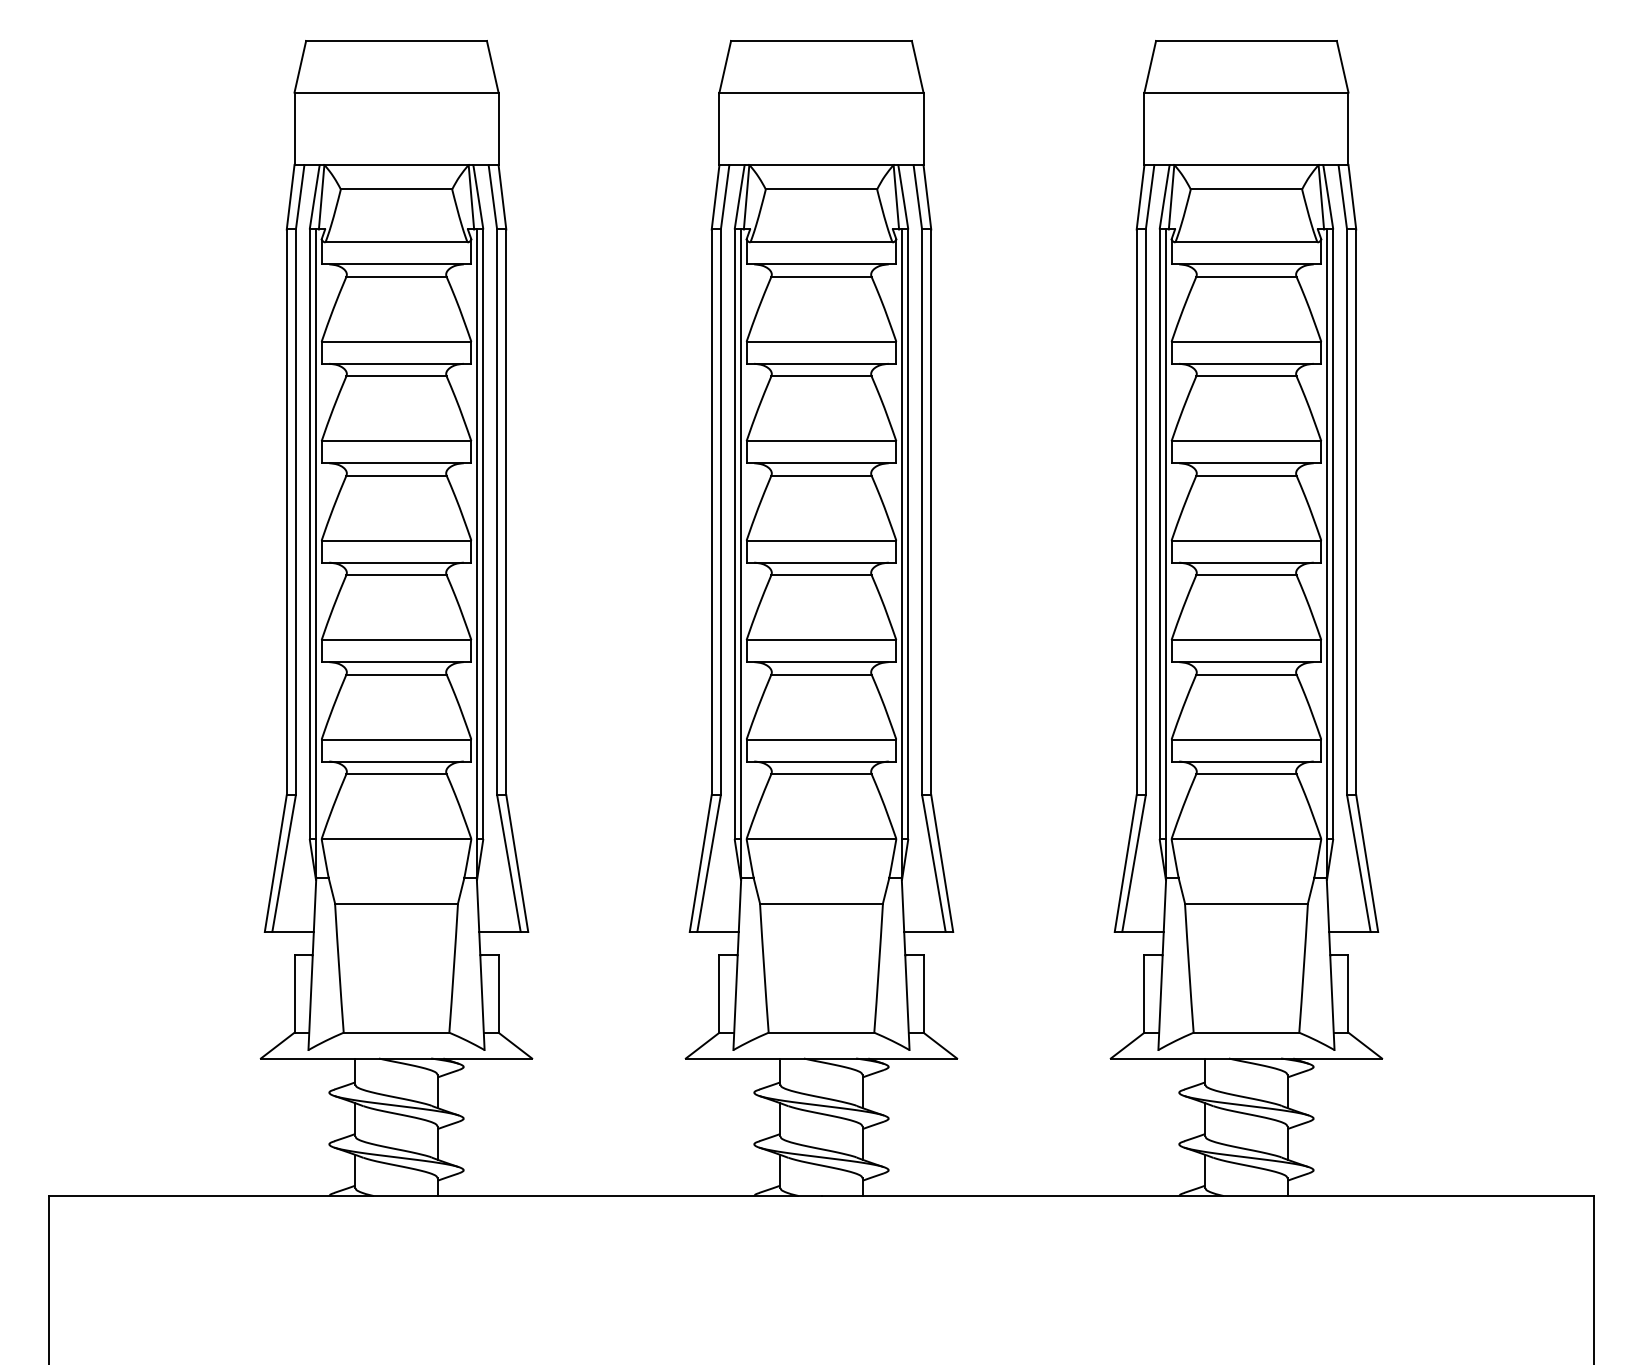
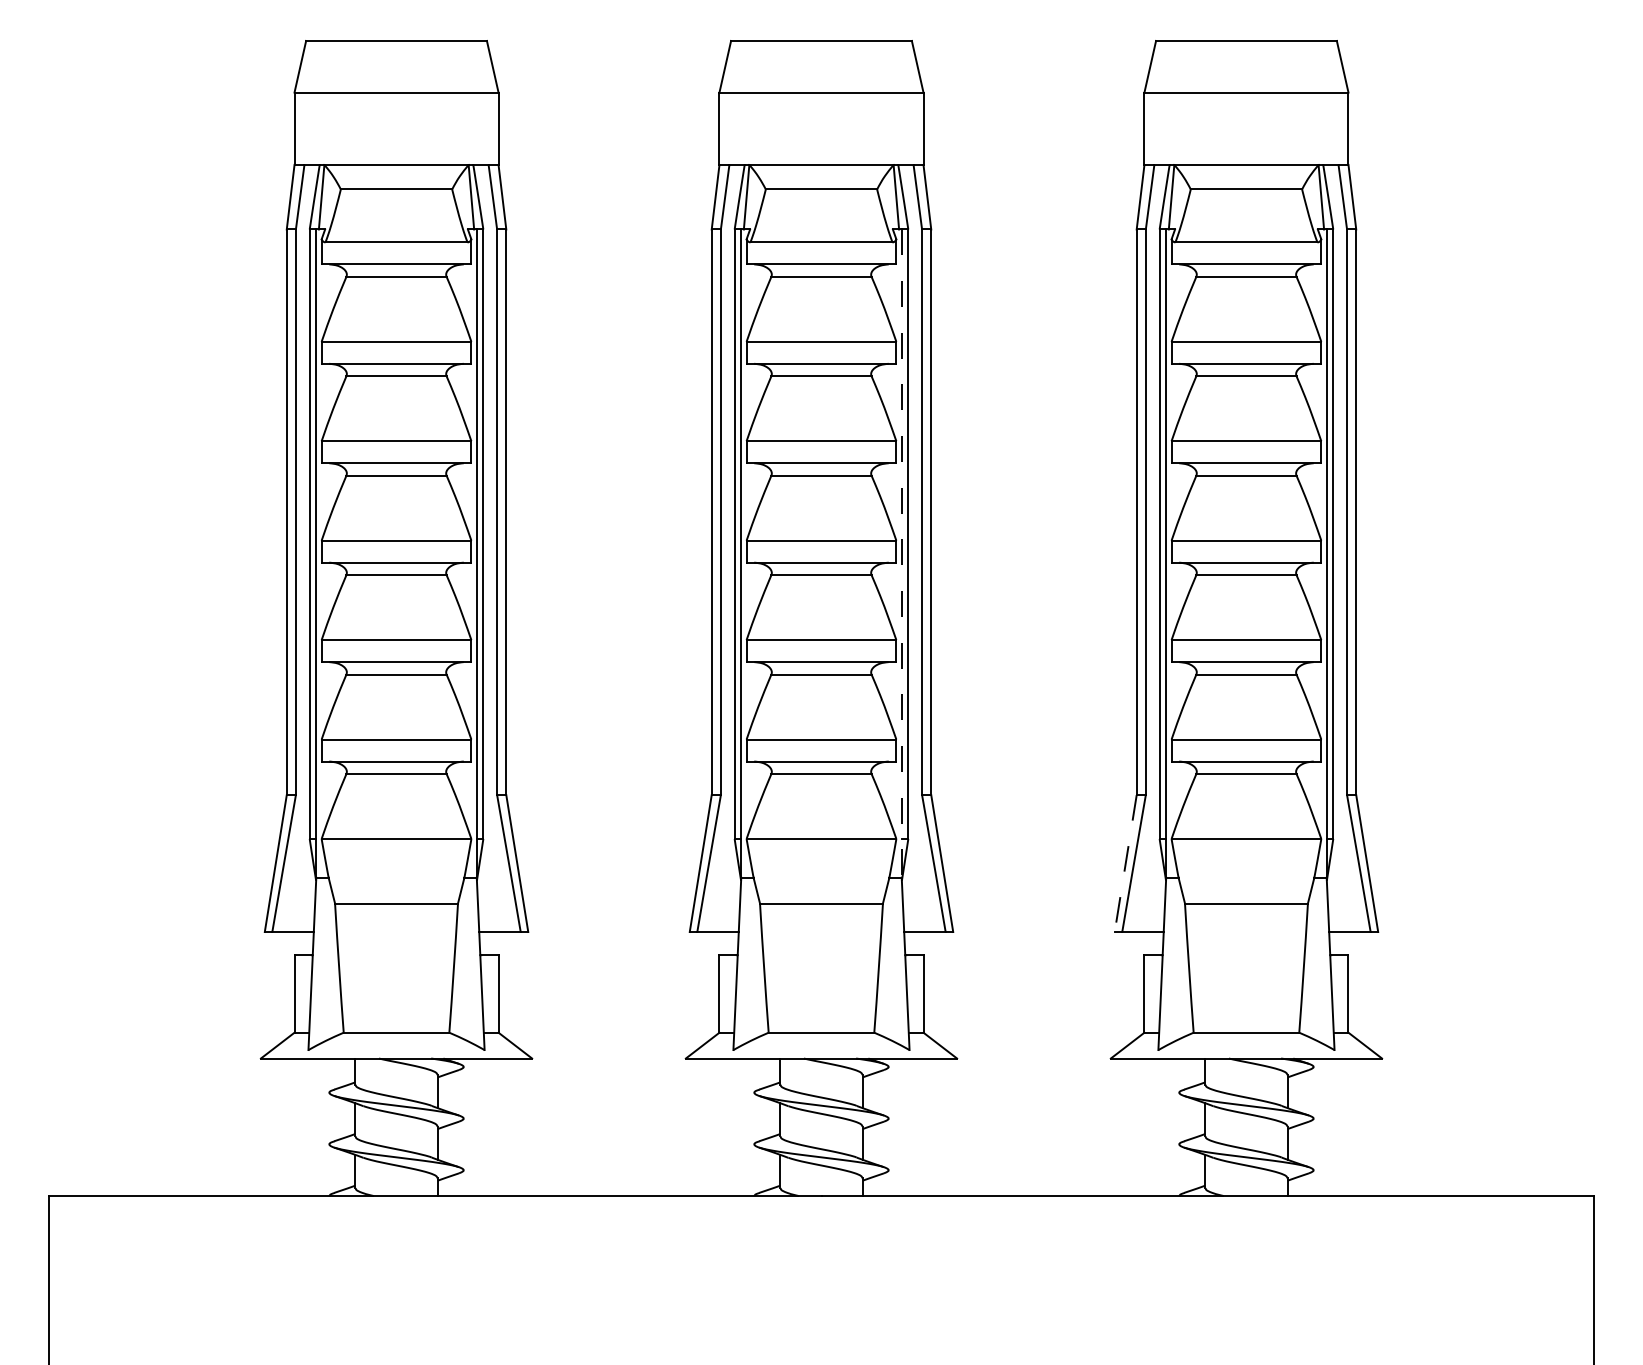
line at (901, 554): solid -> dashed
line at (1125, 864): solid -> dashed
